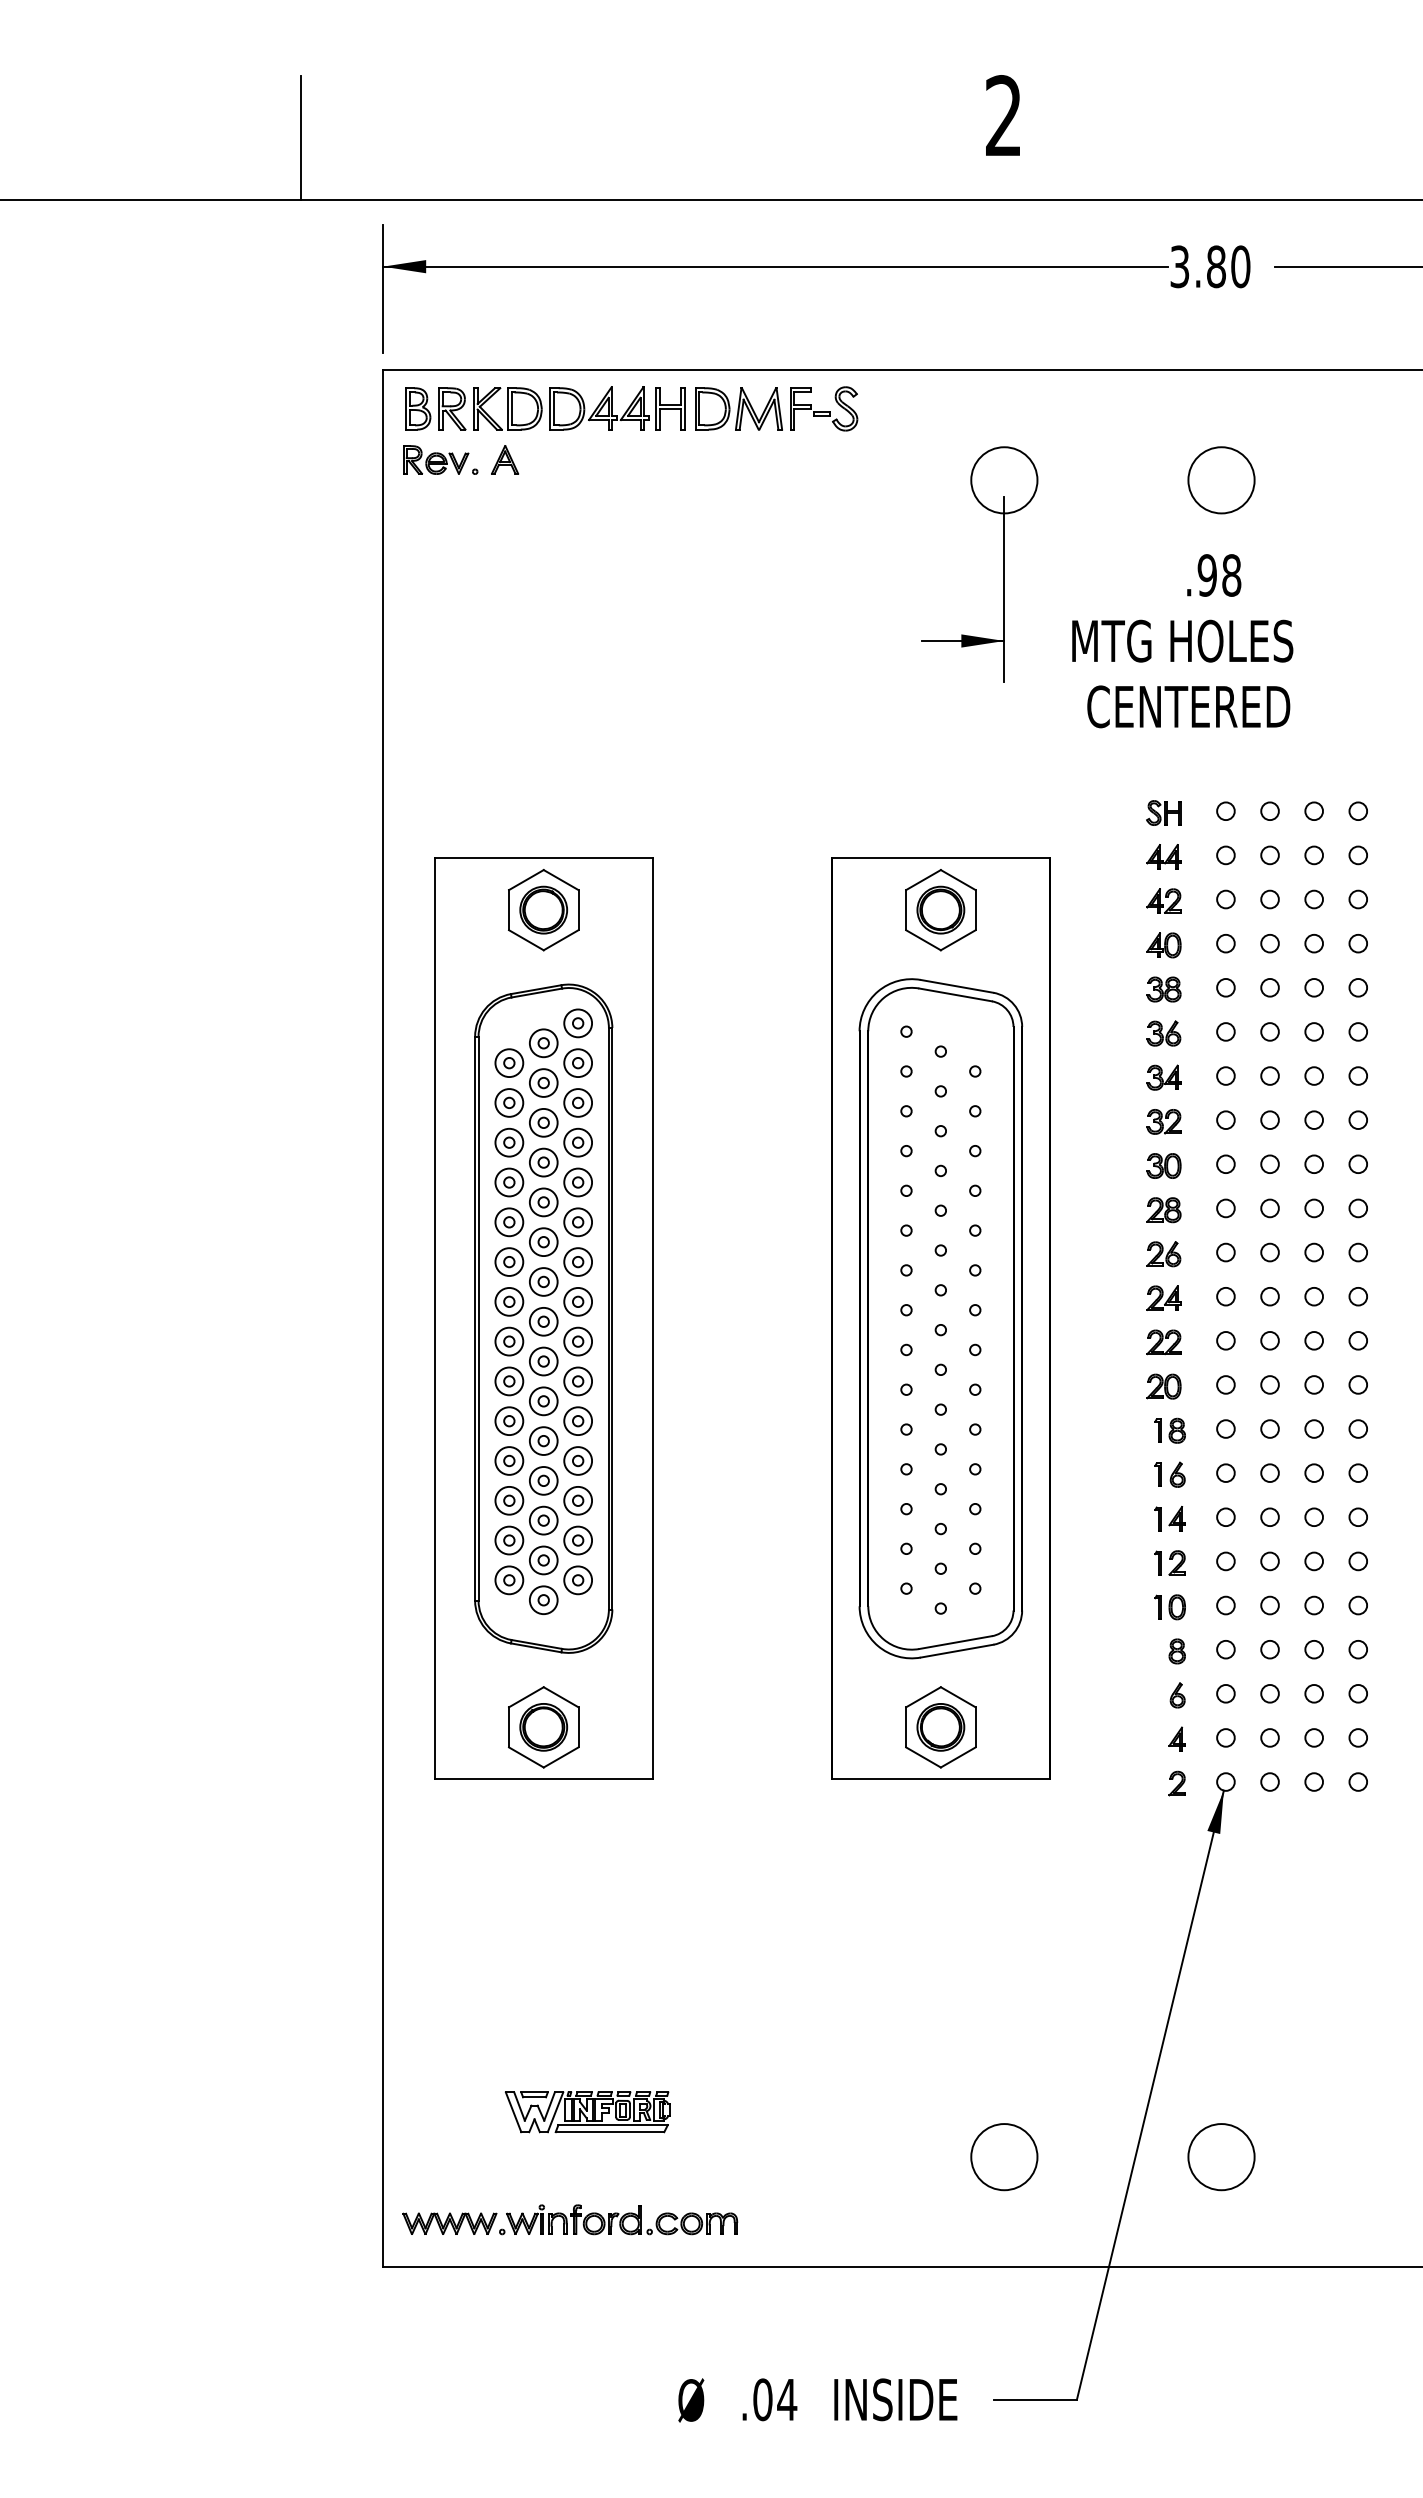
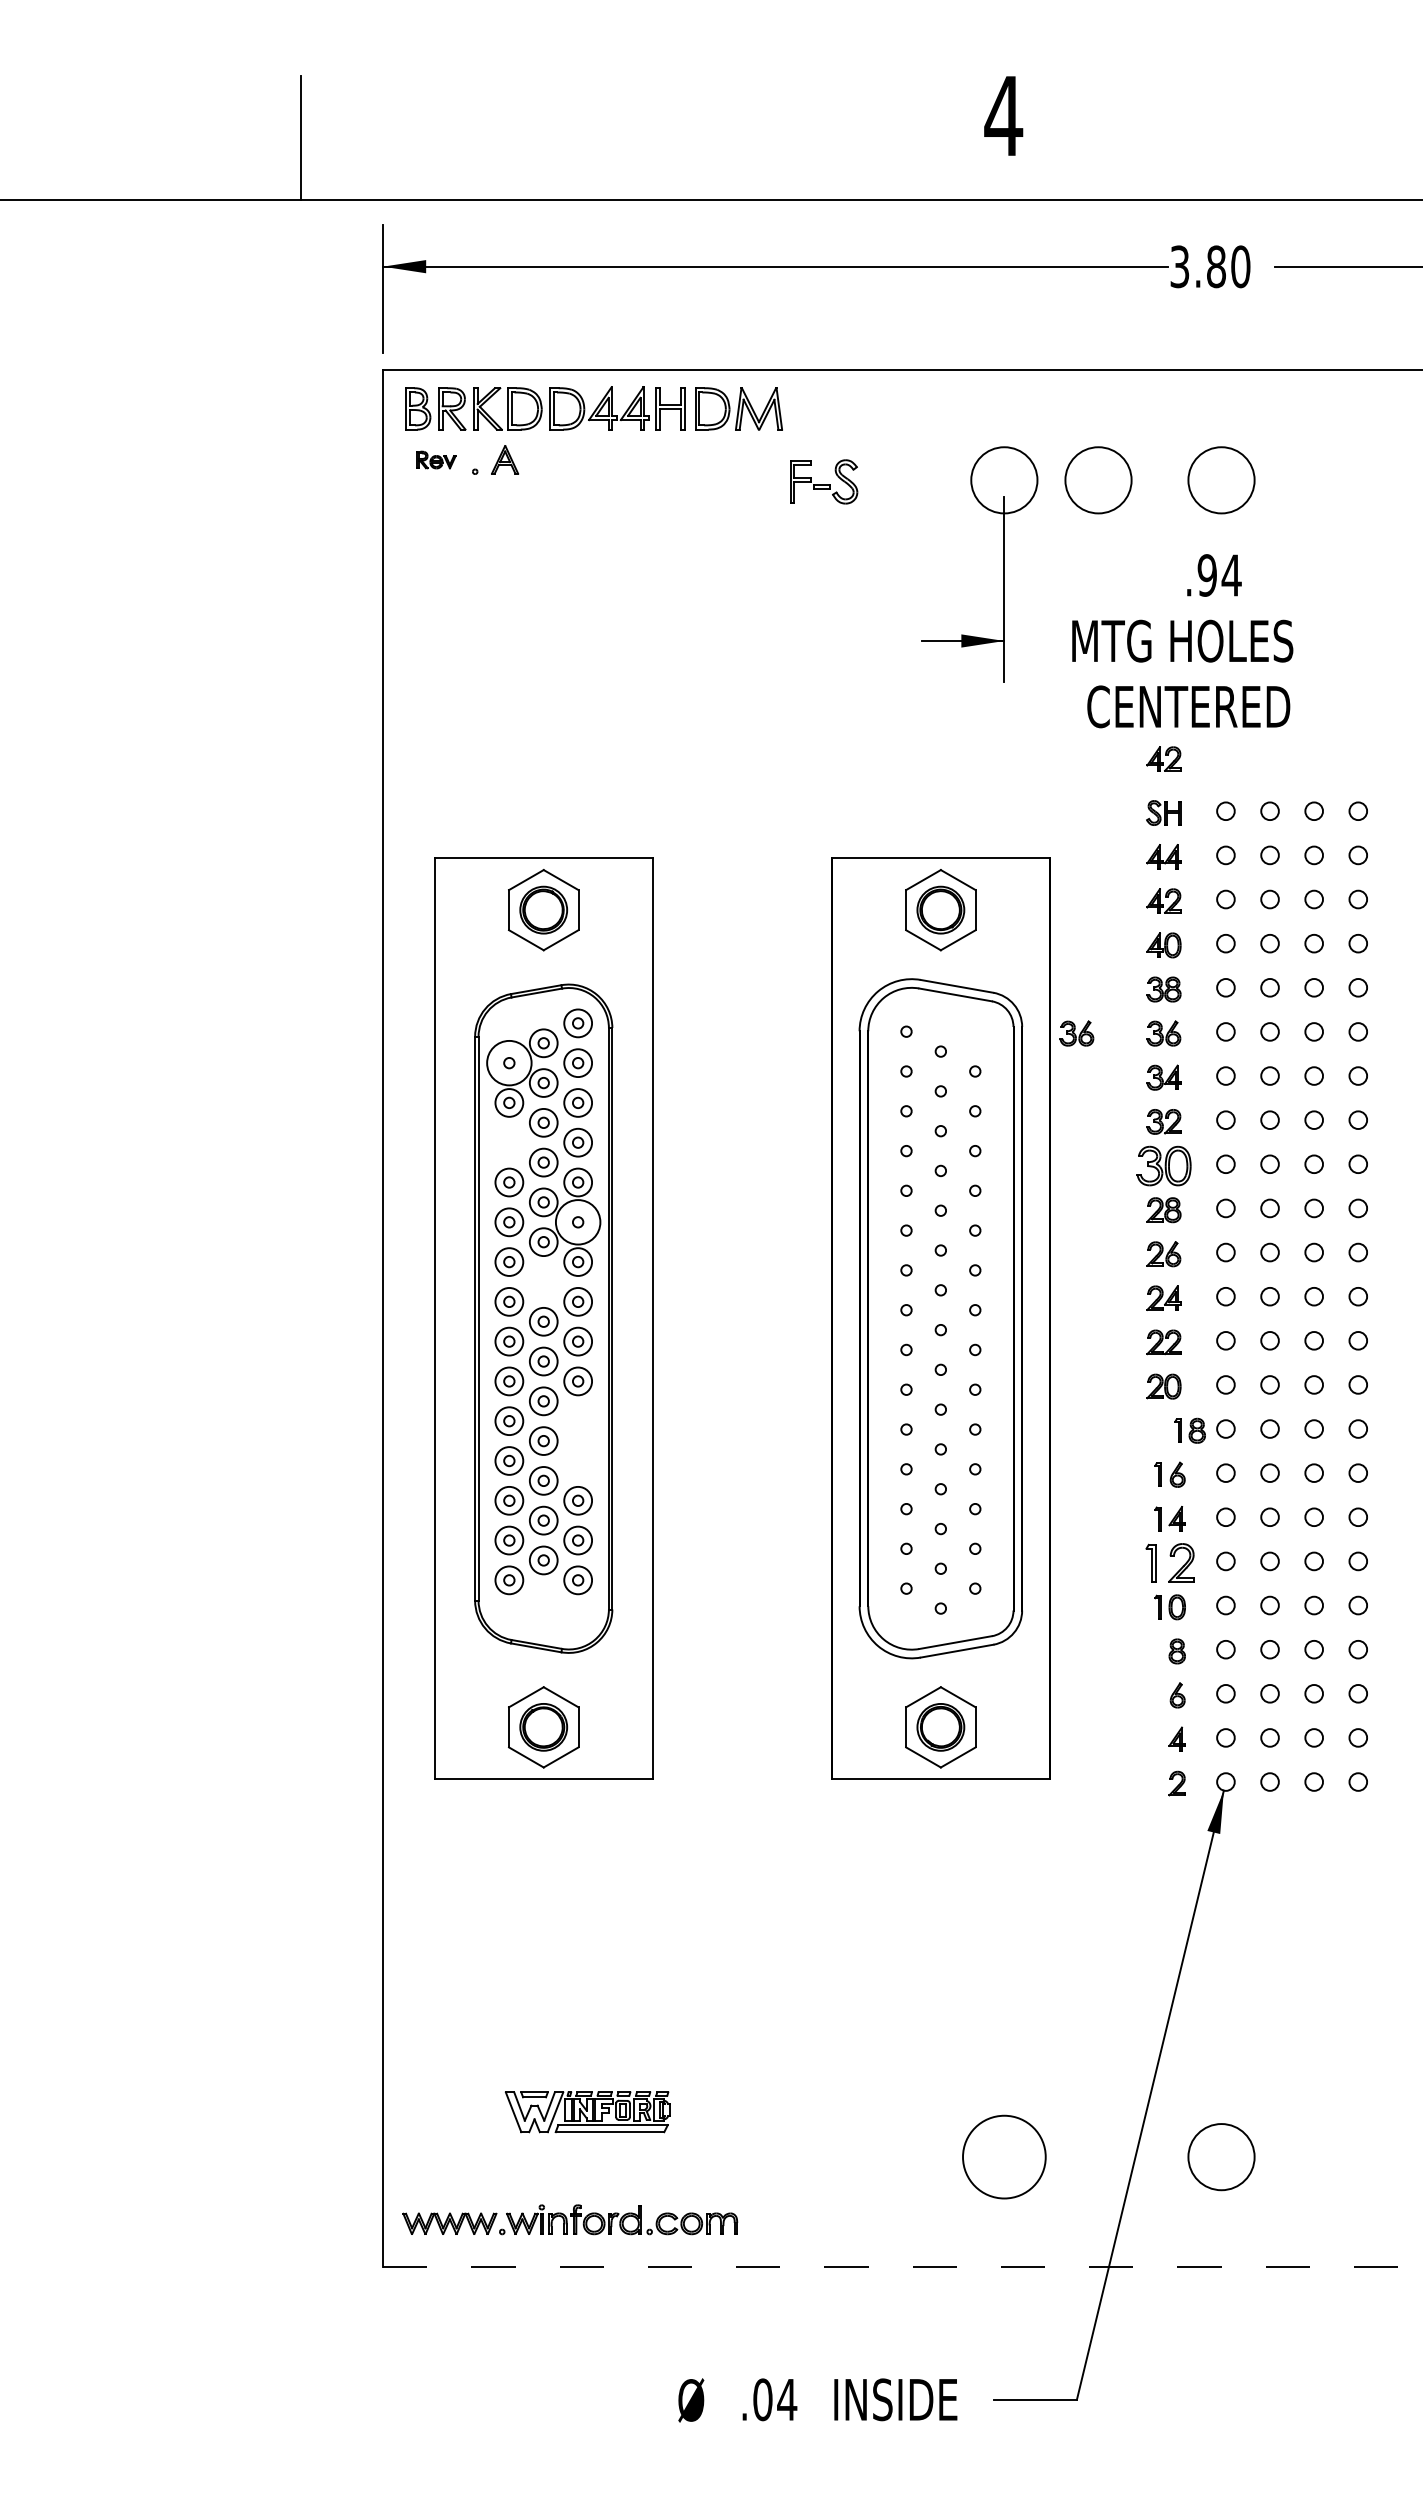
text at (1003, 115): 2 -> 4
part at (824, 408) position: (824, 408) -> (824, 481)
part at (436, 459) size: 67x30 px -> 41x20 px
circle at (1098, 480): none -> present
text at (1231, 575): .98 -> .94
part at (1163, 758): none -> present
part at (1076, 1033): none -> present
circle at (509, 1063) diameter: 28 px -> 44 px
part at (509, 1142): present -> none
part at (1163, 1165) size: 36x26 px -> 56x42 px
circle at (578, 1222) diameter: 28 px -> 44 px
part at (543, 1281): present -> none
part at (577, 1420): present -> none
part at (1169, 1430) position: (1169, 1430) -> (1189, 1430)
part at (577, 1460): present -> none
part at (1169, 1562) size: 32x26 px -> 50x40 px
part at (543, 1599): present -> none
circle at (1004, 2157) diameter: 66 px -> 83 px
line at (903, 2267): solid -> dashed
